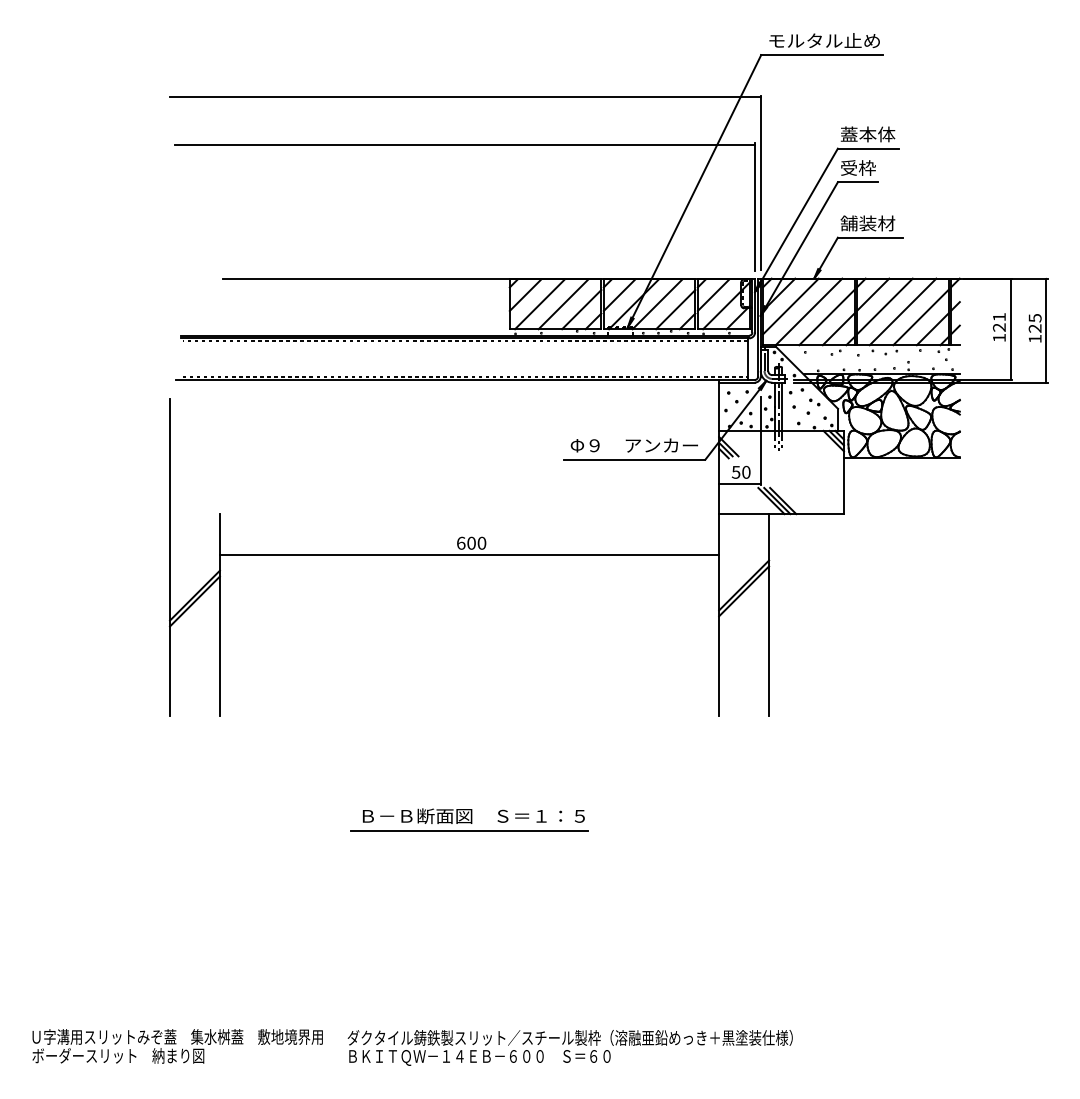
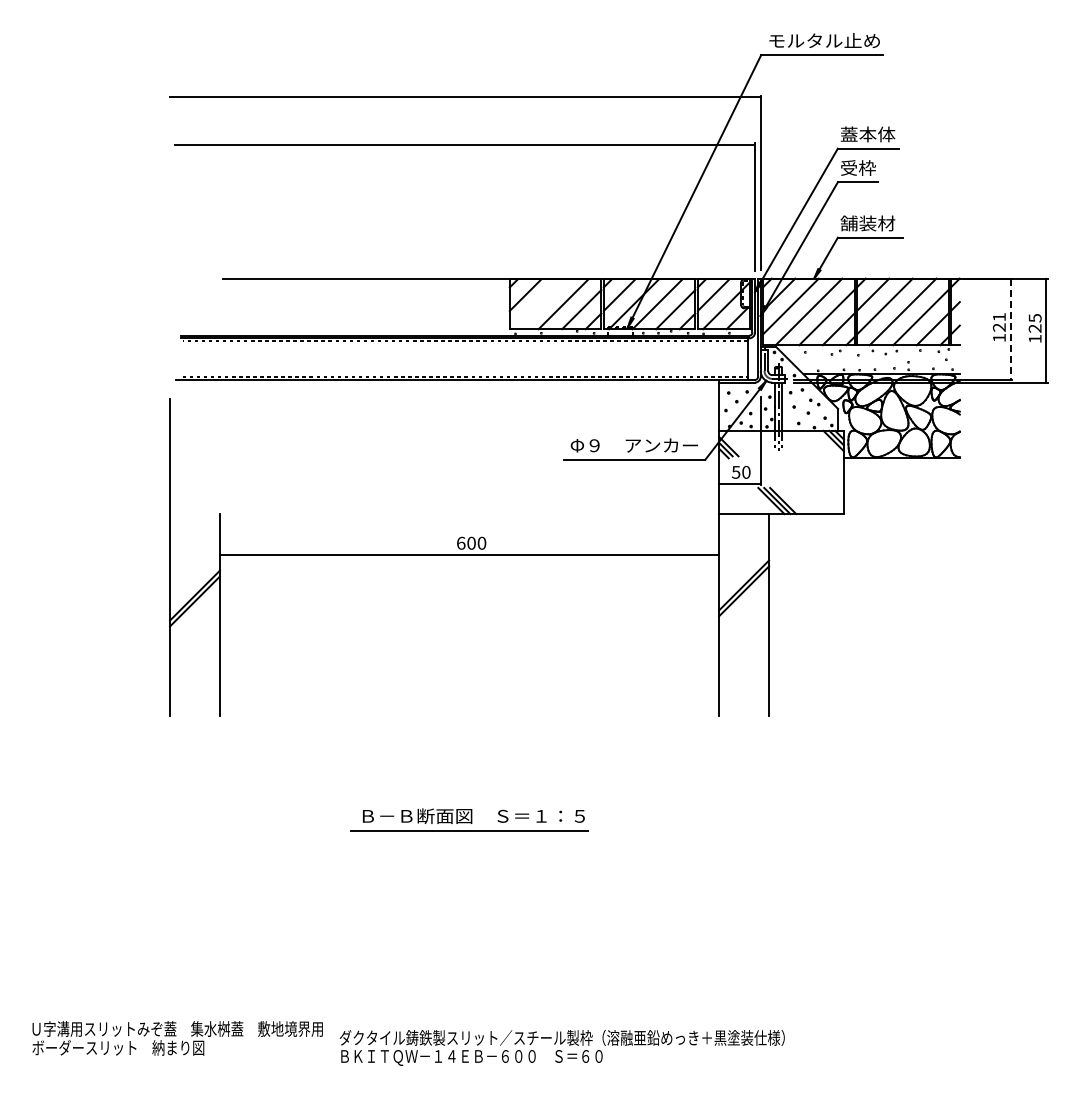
line at (540, 304): present -> none
line at (1010, 330): solid -> dashed
text at (177, 1046) position: (177, 1046) -> (177, 1038)
text at (569, 1047) position: (569, 1047) -> (561, 1047)
